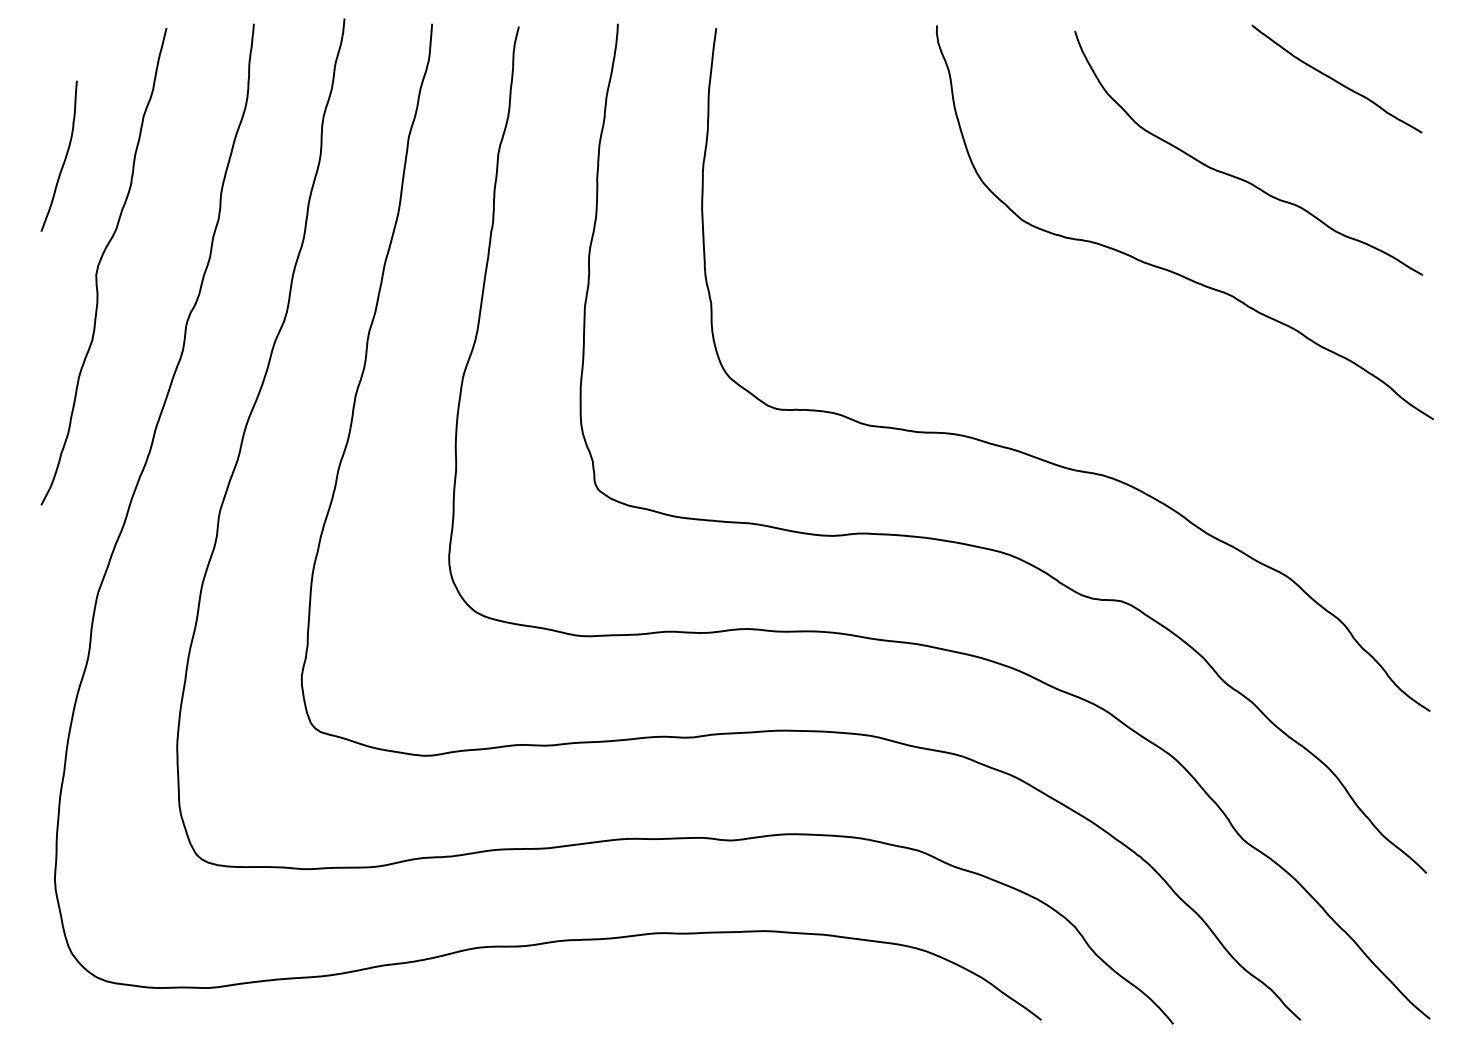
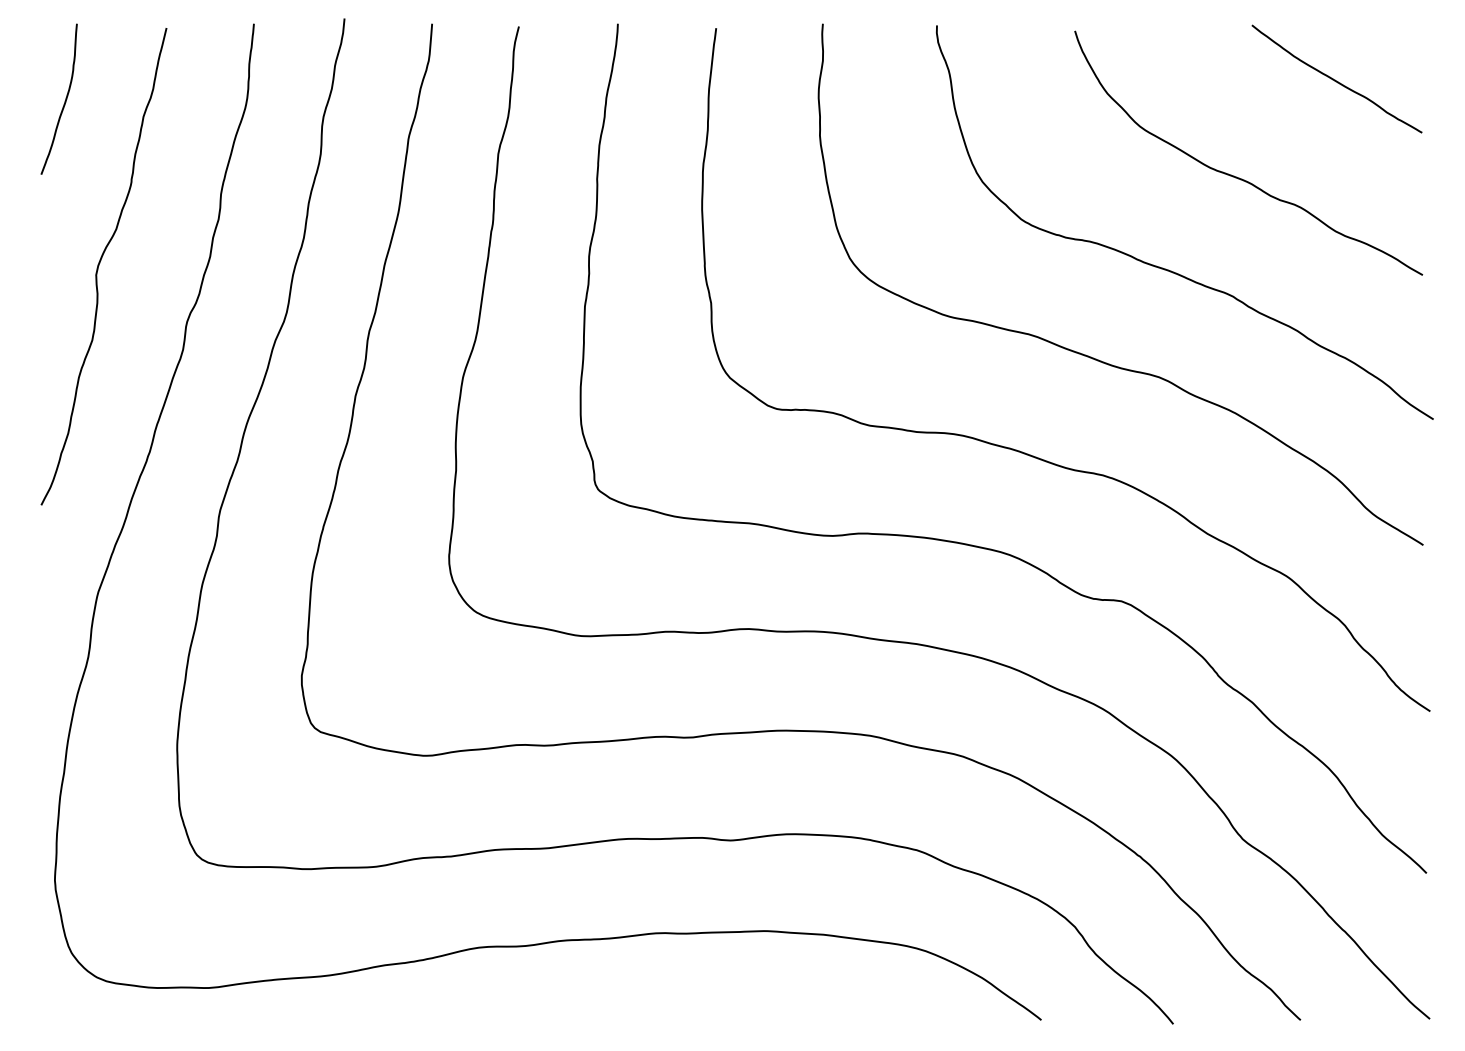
curve at (64, 158) position: (64, 158) -> (64, 101)
curve at (1091, 356): none -> present
